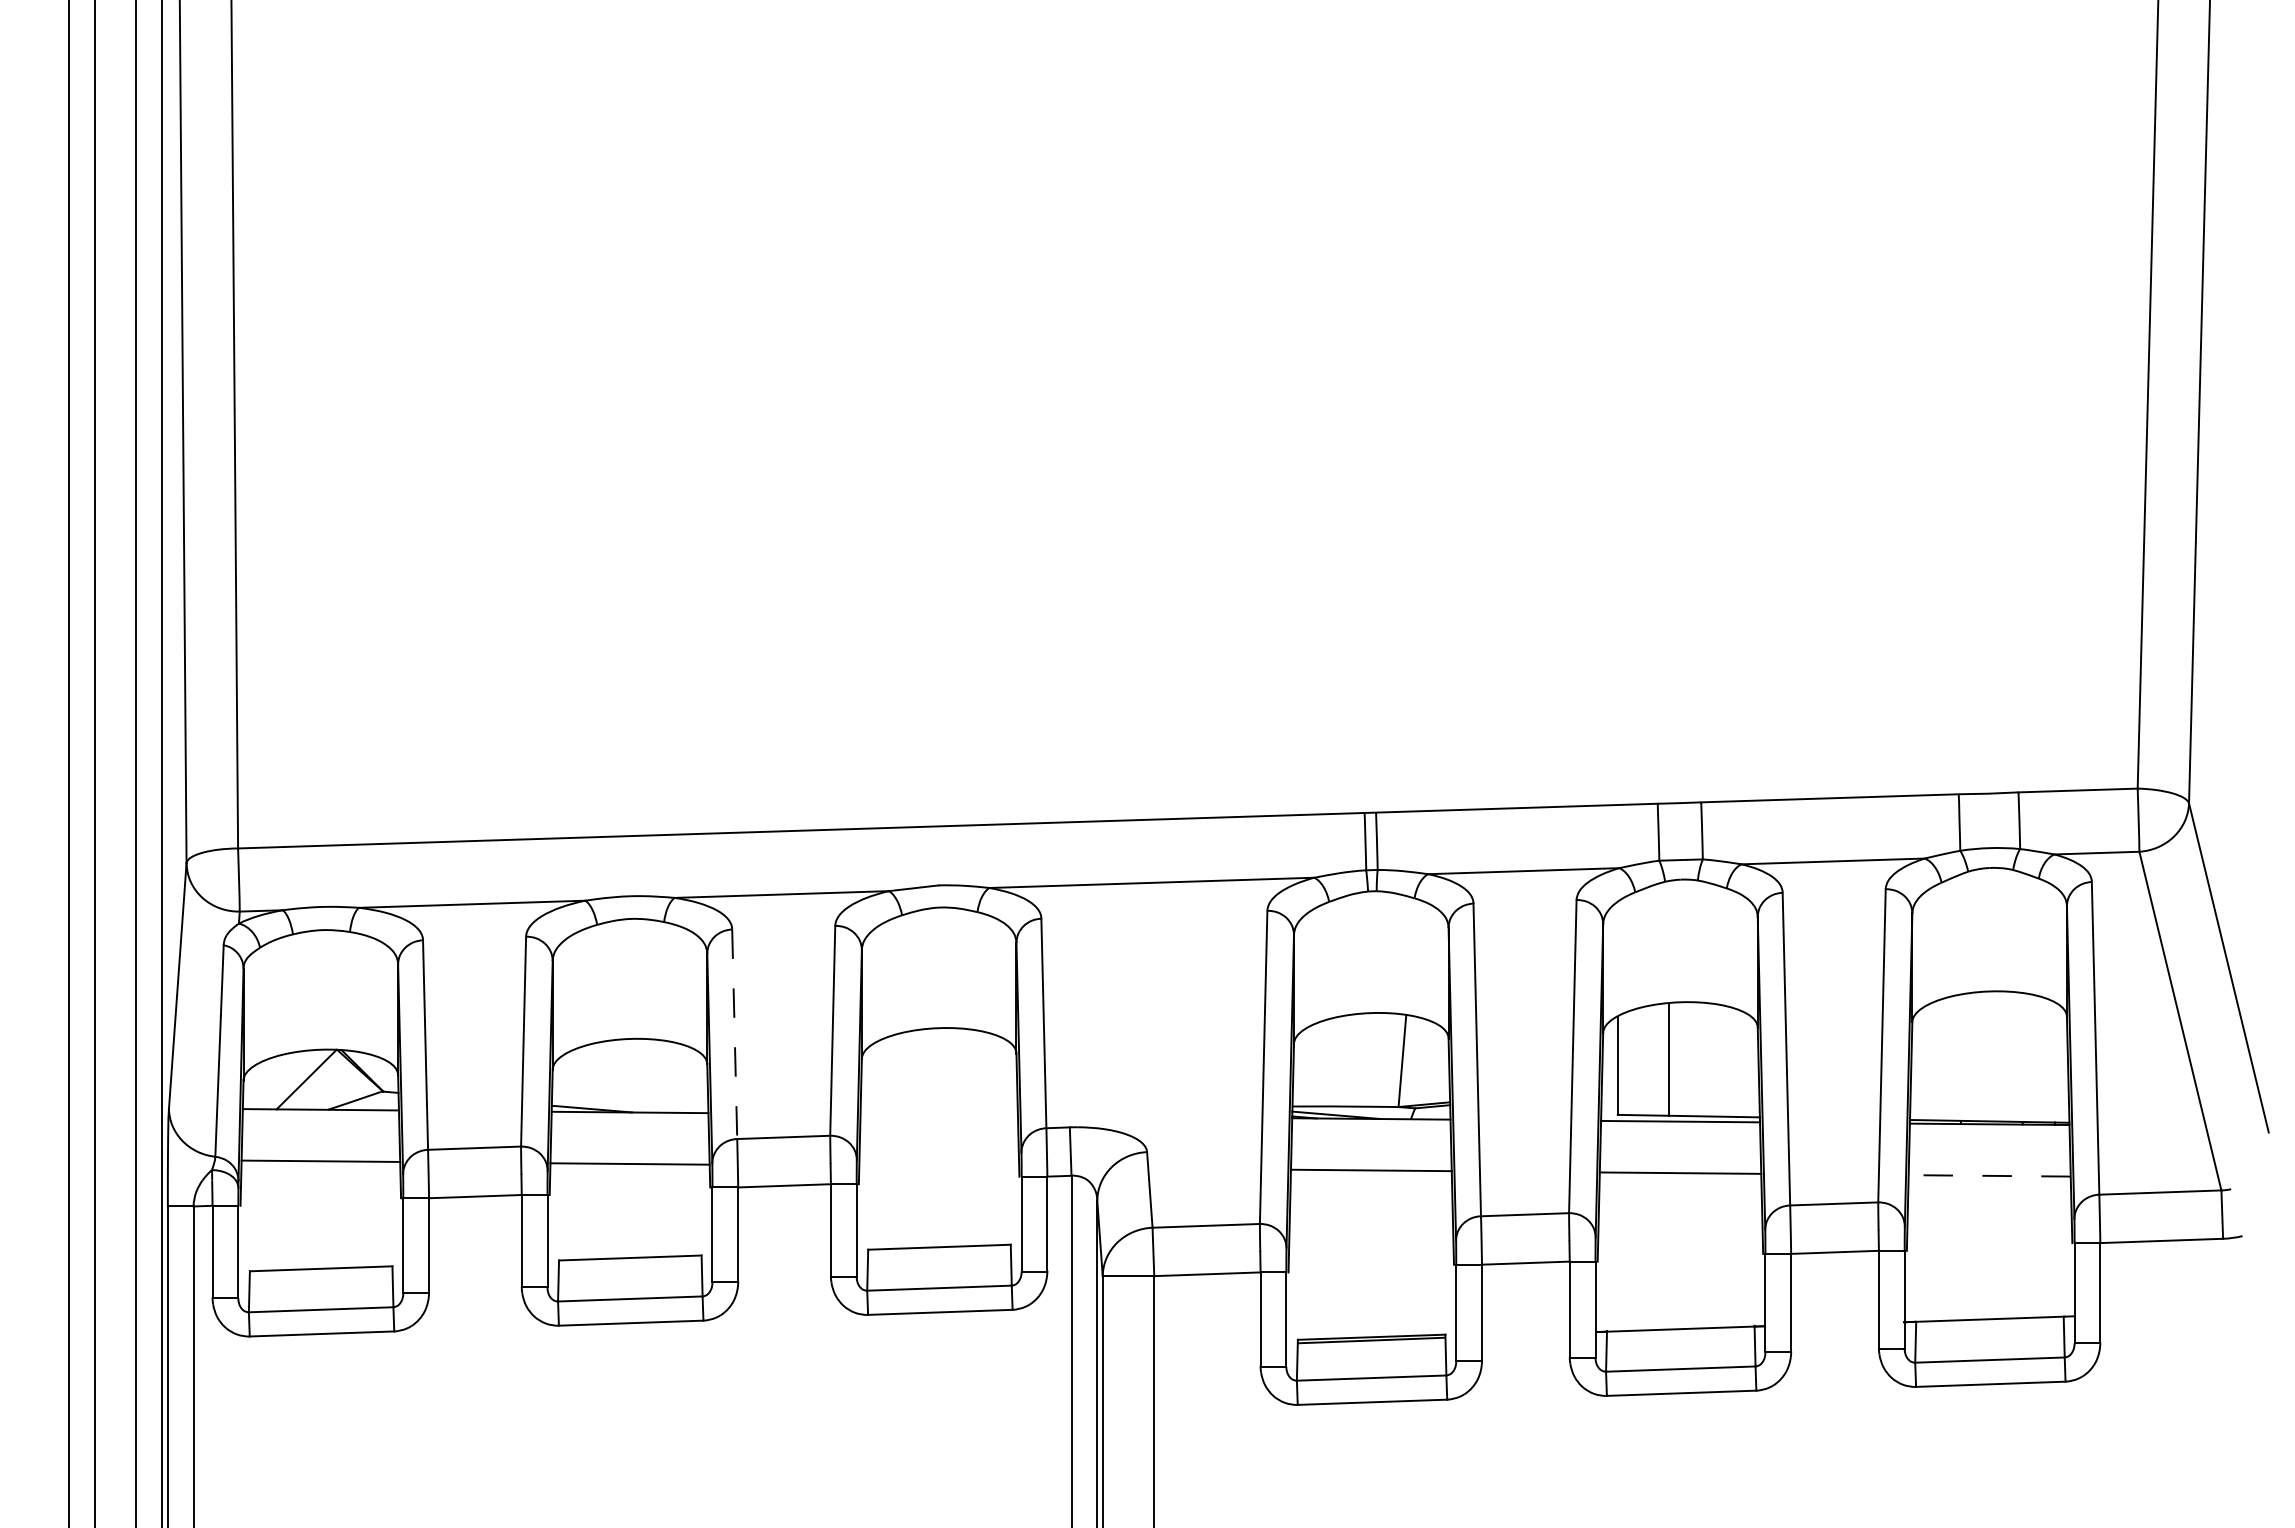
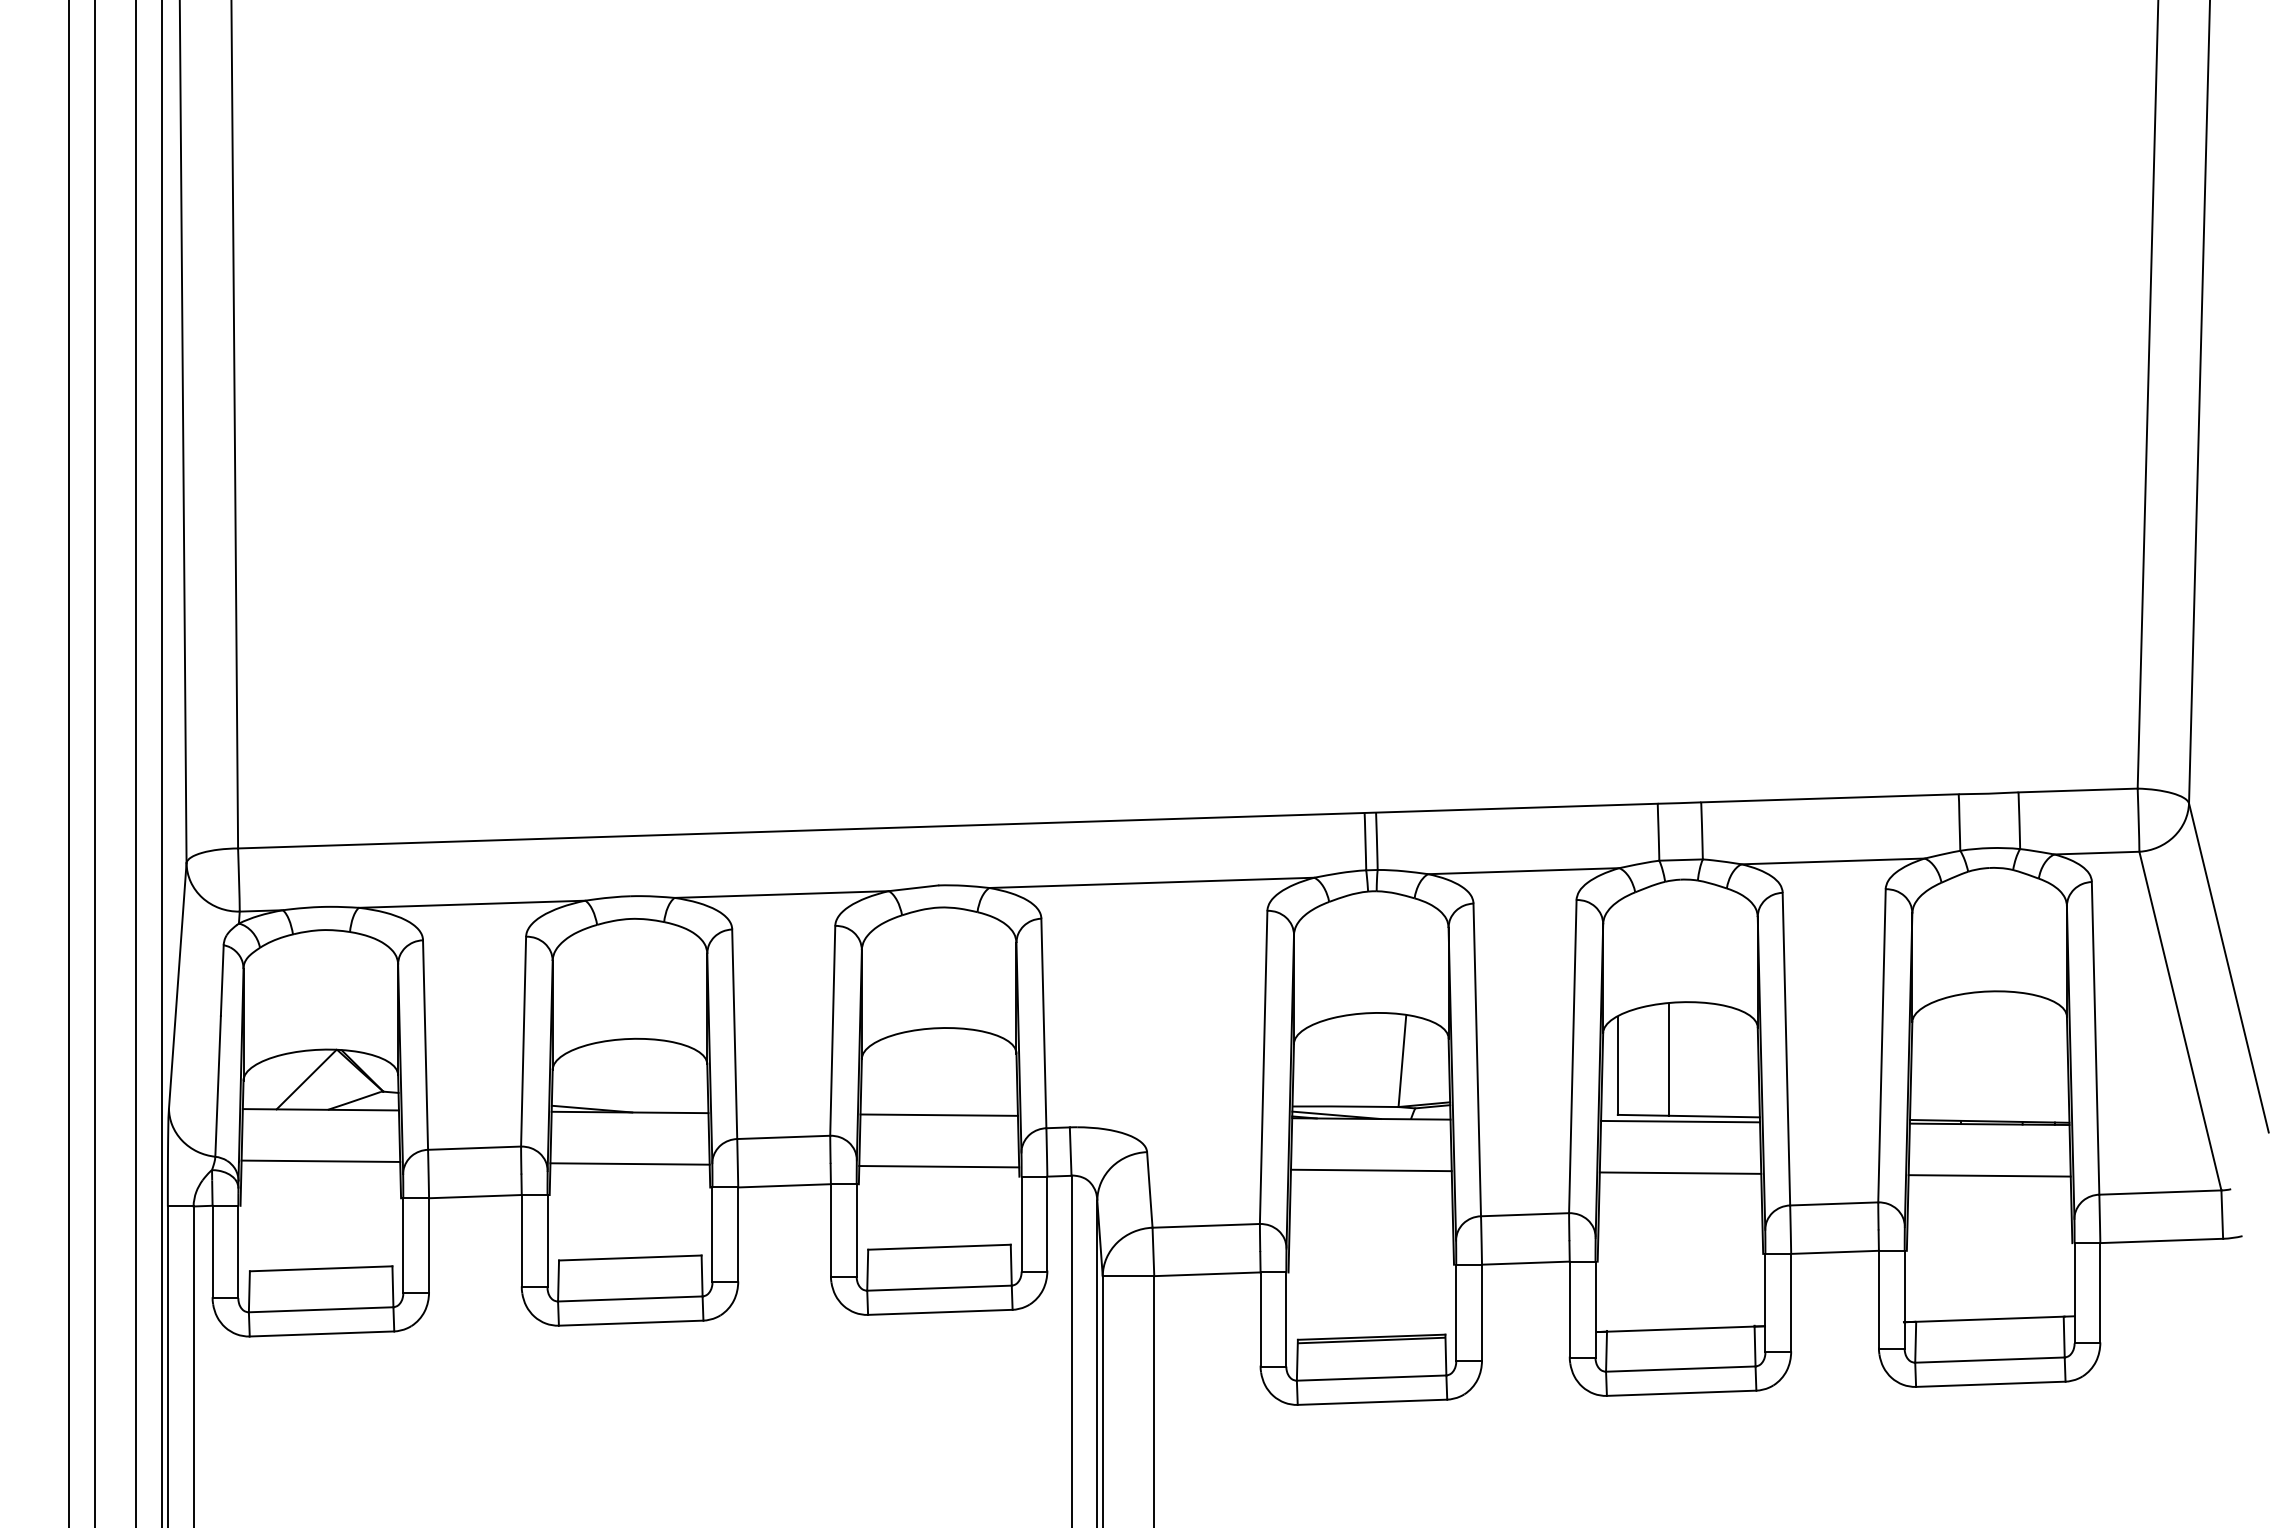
line at (734, 1034): dashed -> solid
line at (938, 1114): none -> present
line at (939, 1166): none -> present
line at (1989, 1175): dashed -> solid
